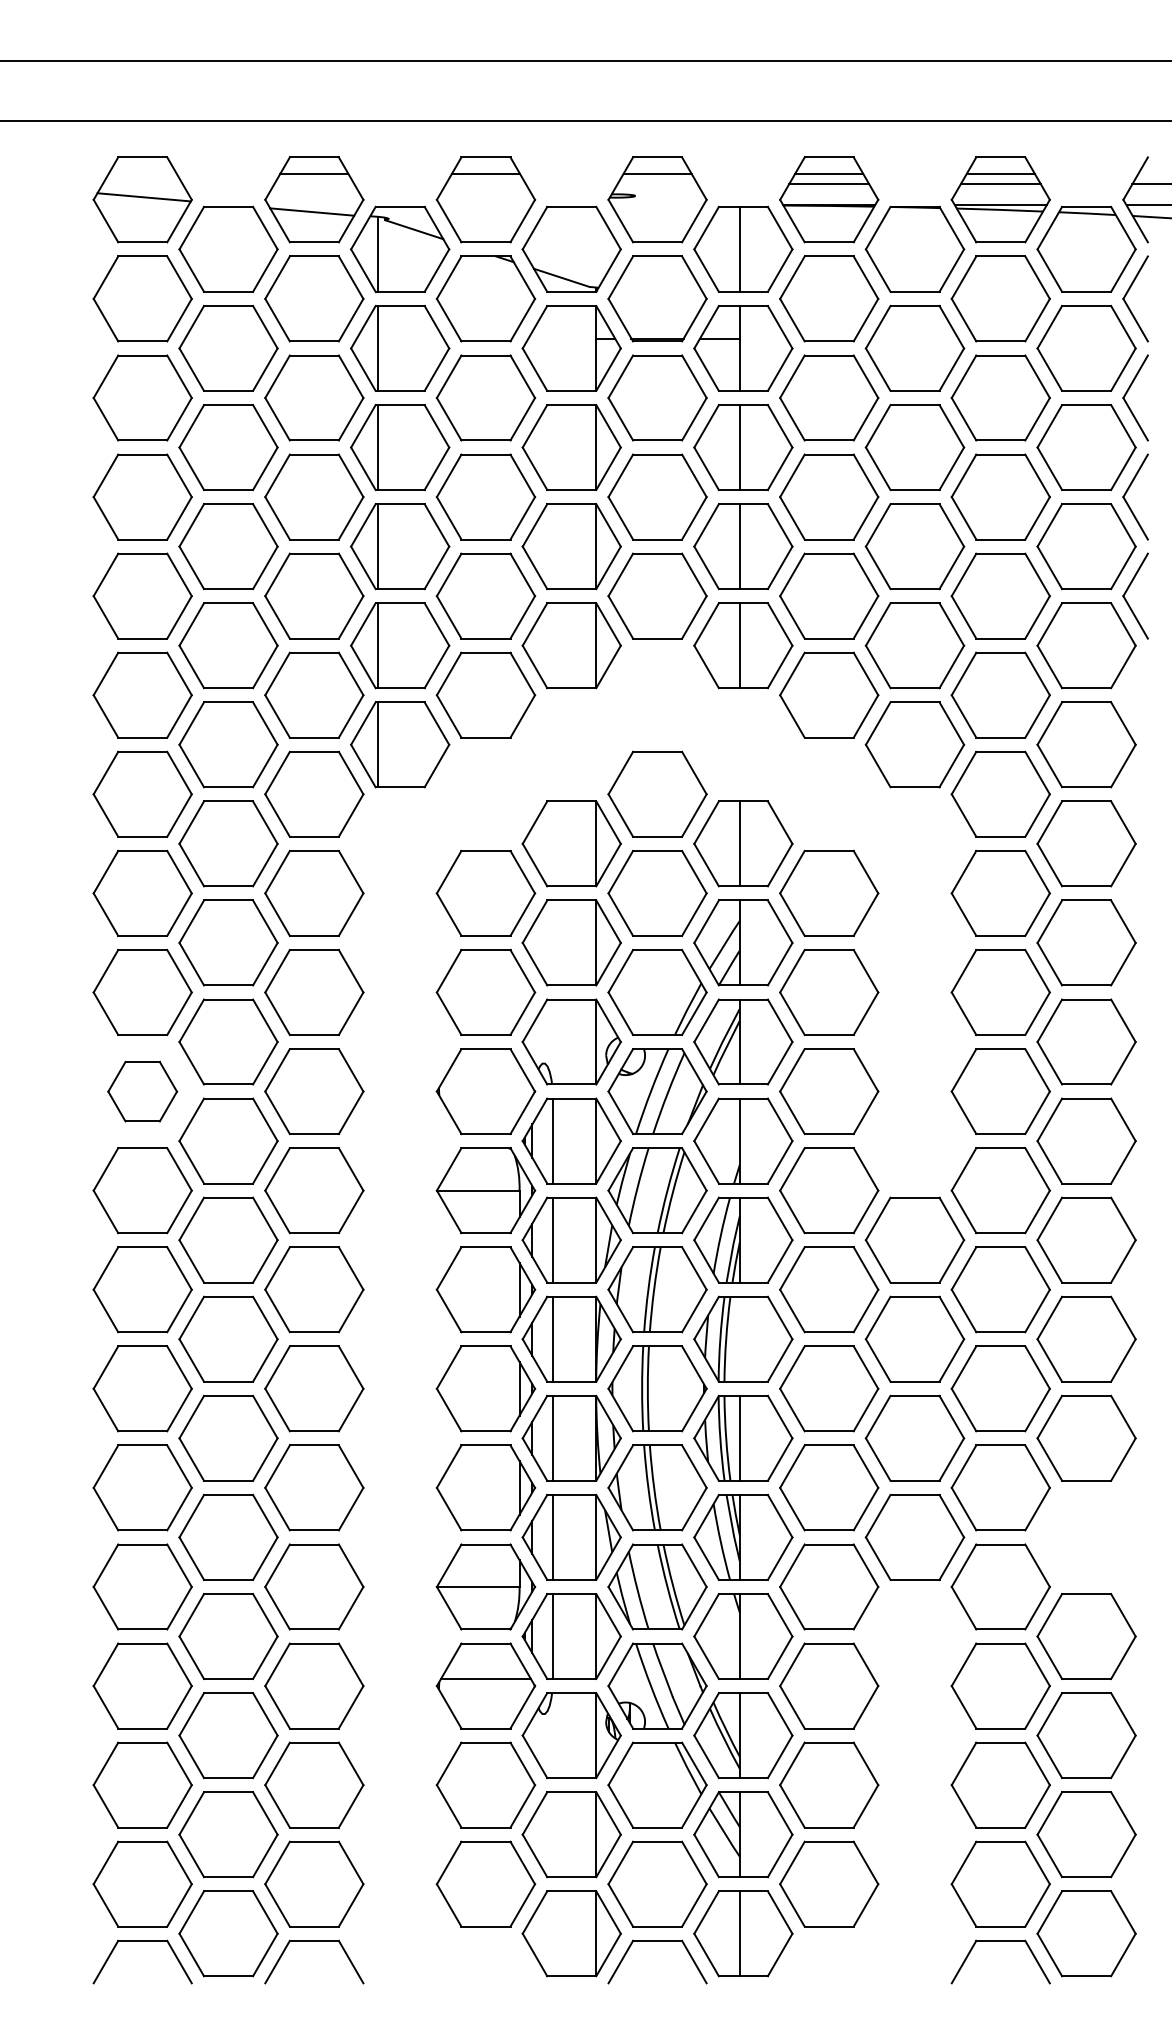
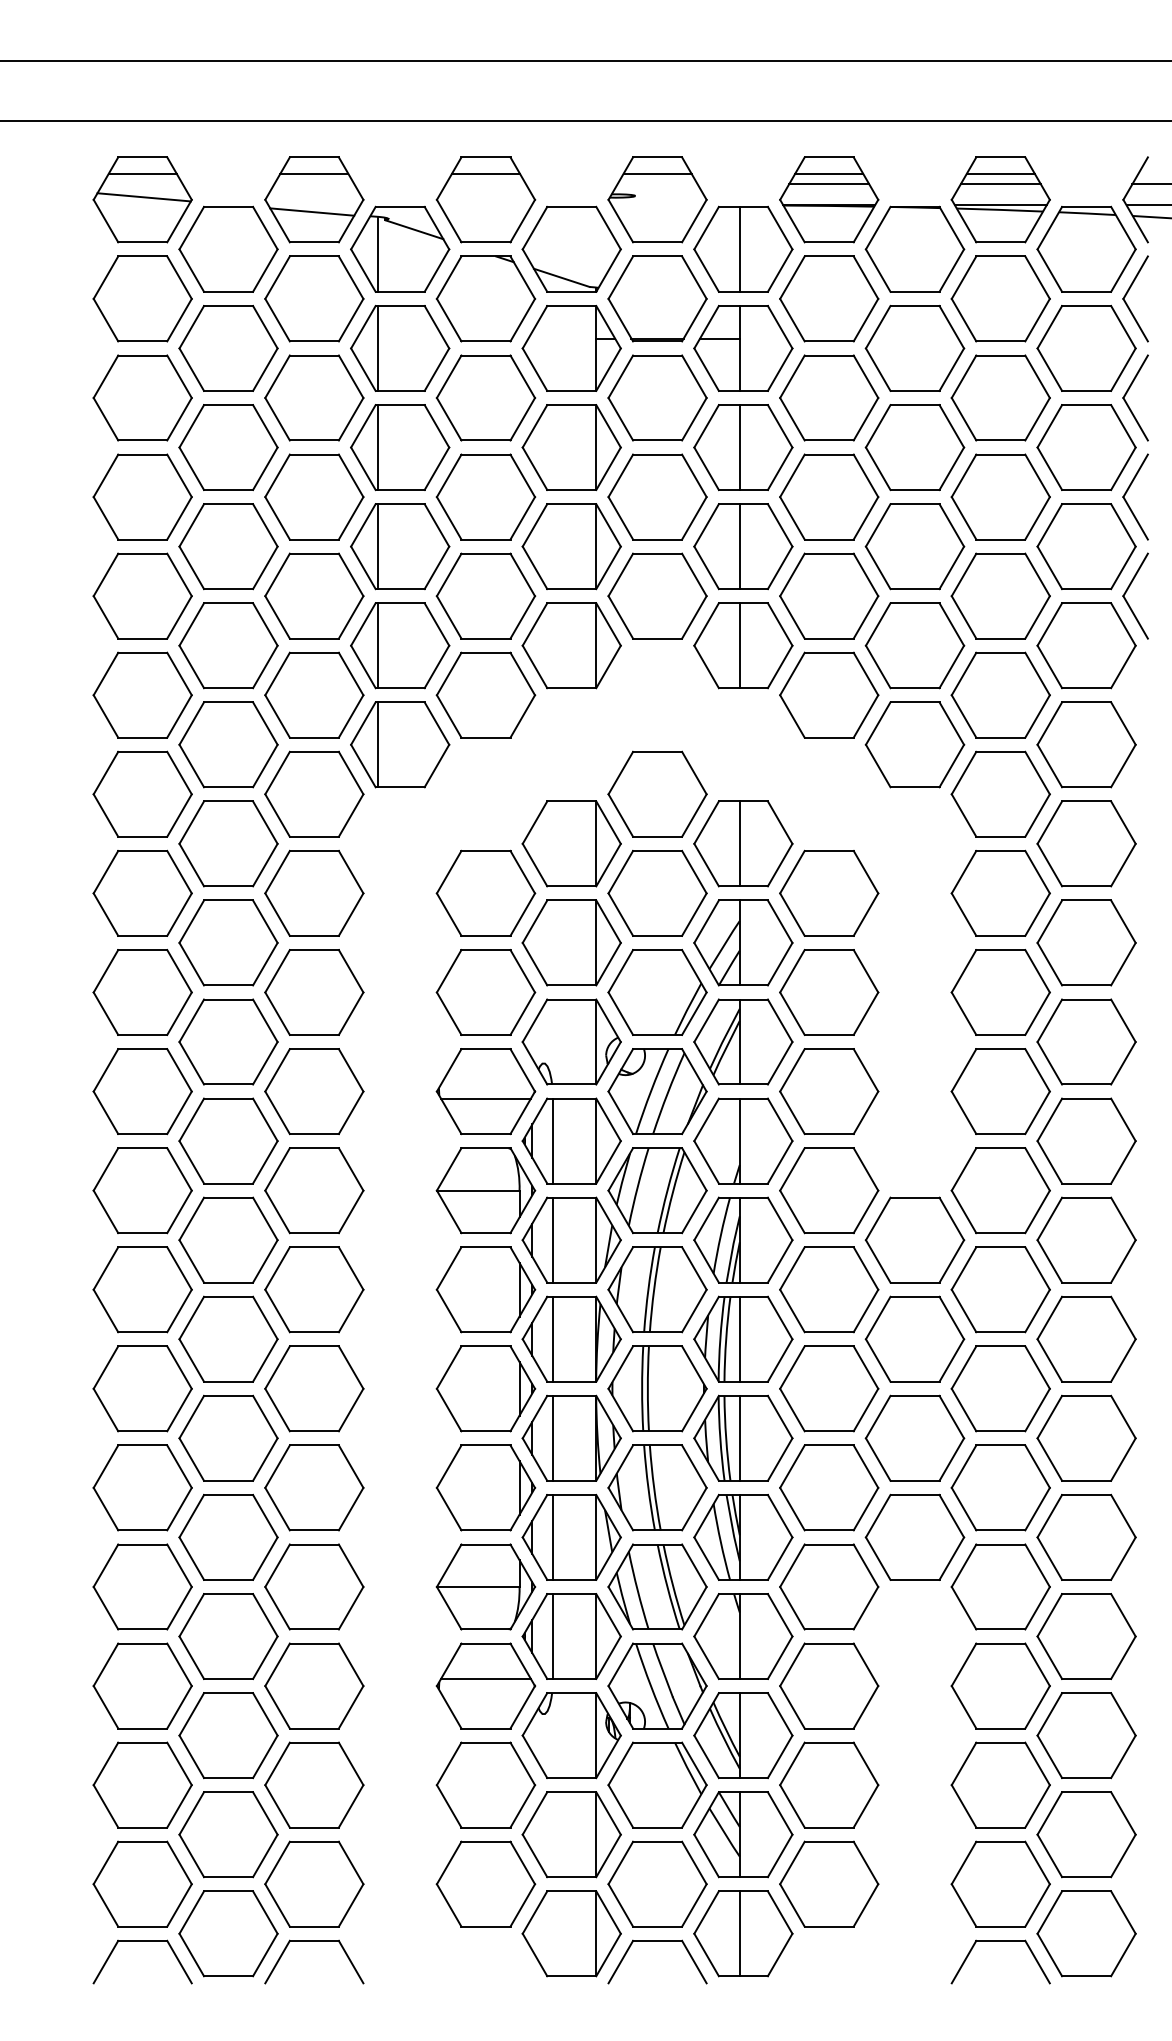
line at (142, 173): none -> present
part at (142, 1091) size: 72x63 px -> 101x88 px
line at (485, 1098): none -> present
line at (739, 1338): none -> present
part at (1086, 1536): none -> present
